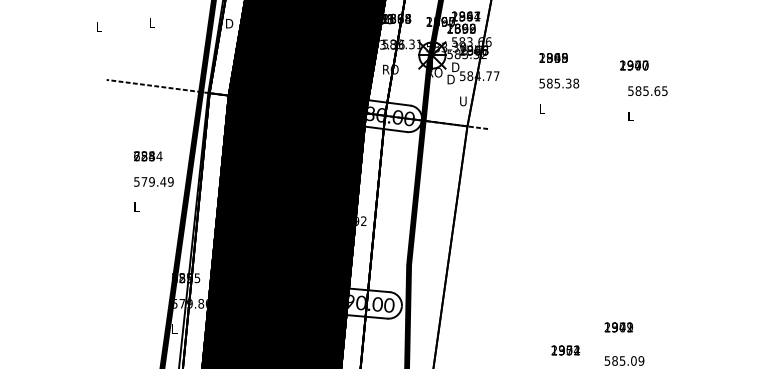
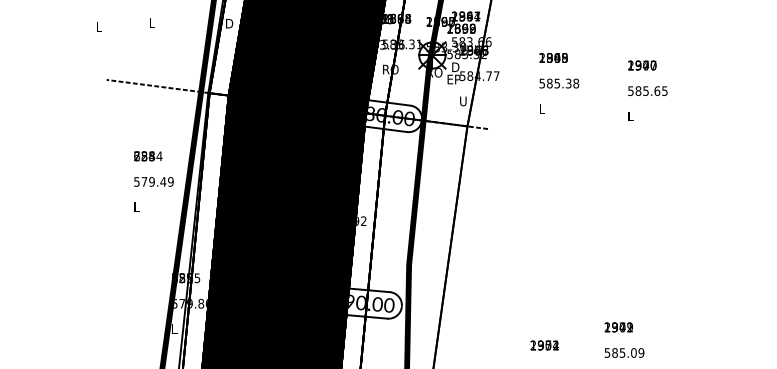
text at (634, 65) position: (634, 65) -> (642, 65)
text at (454, 79): D -> EP
text at (565, 350) position: (565, 350) -> (544, 345)
text at (624, 360) position: (624, 360) -> (624, 352)
